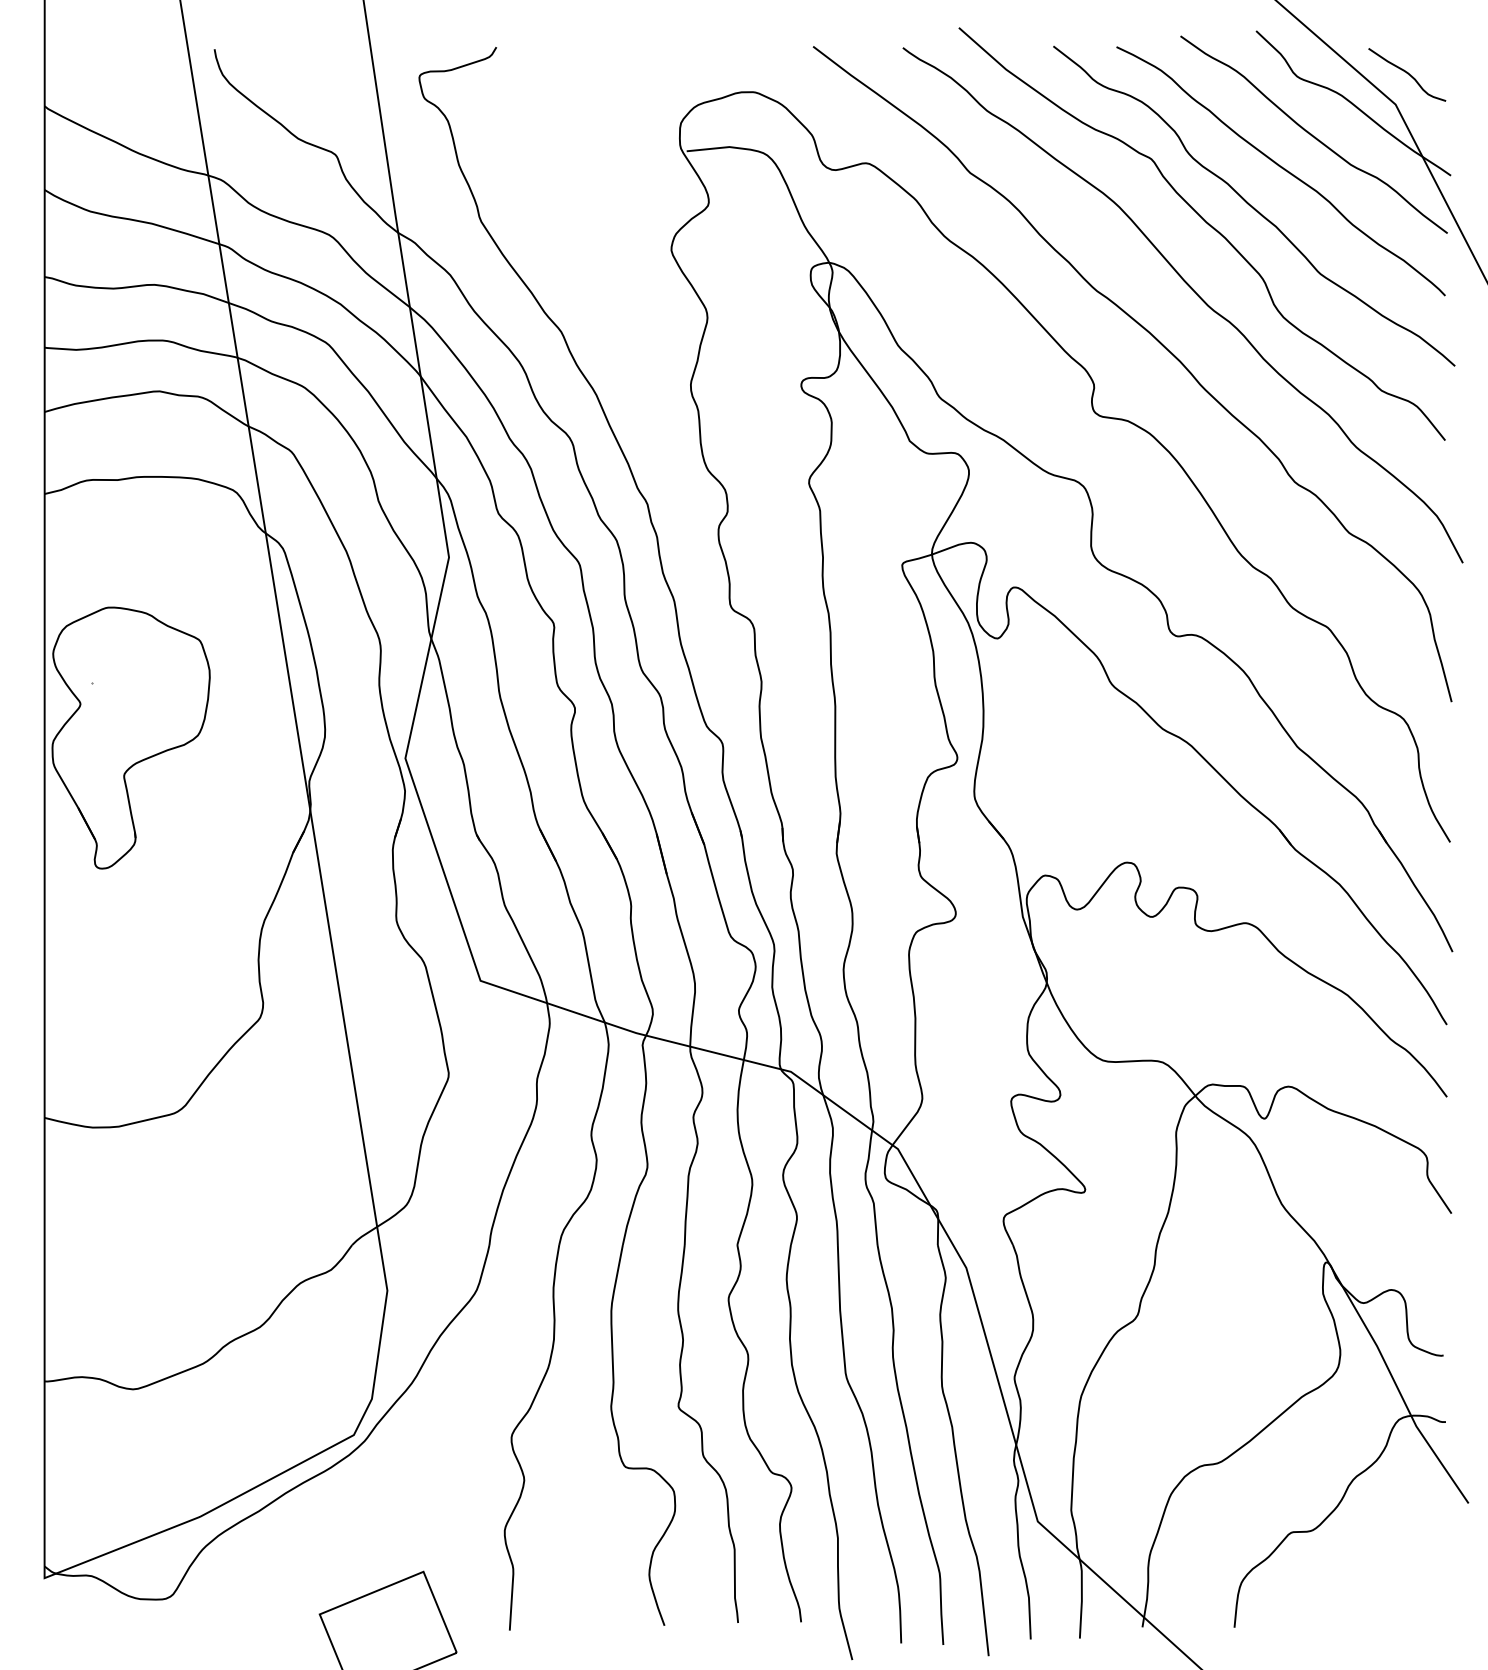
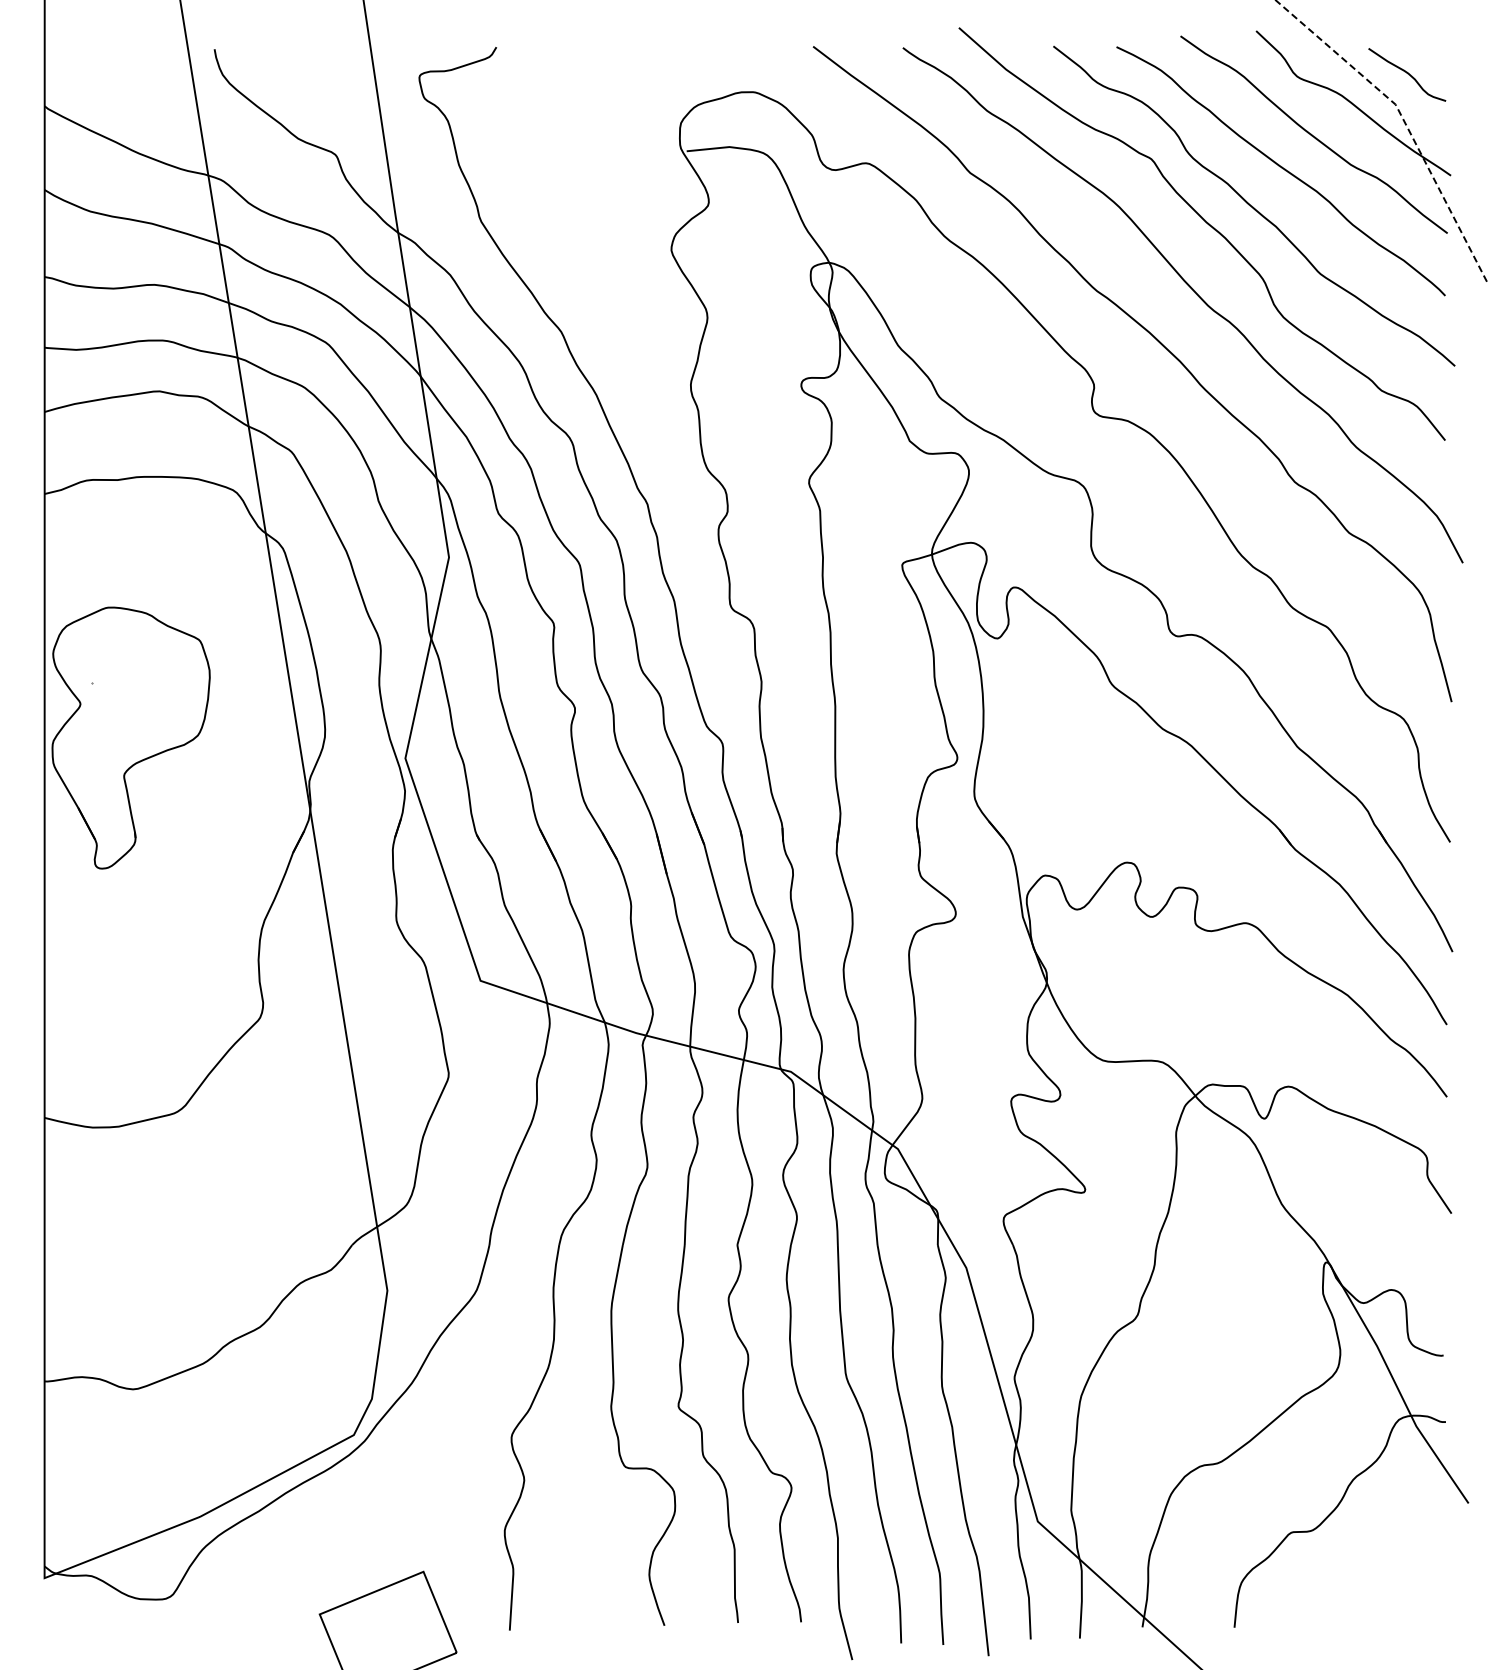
line at (1405, 123): solid -> dashed
